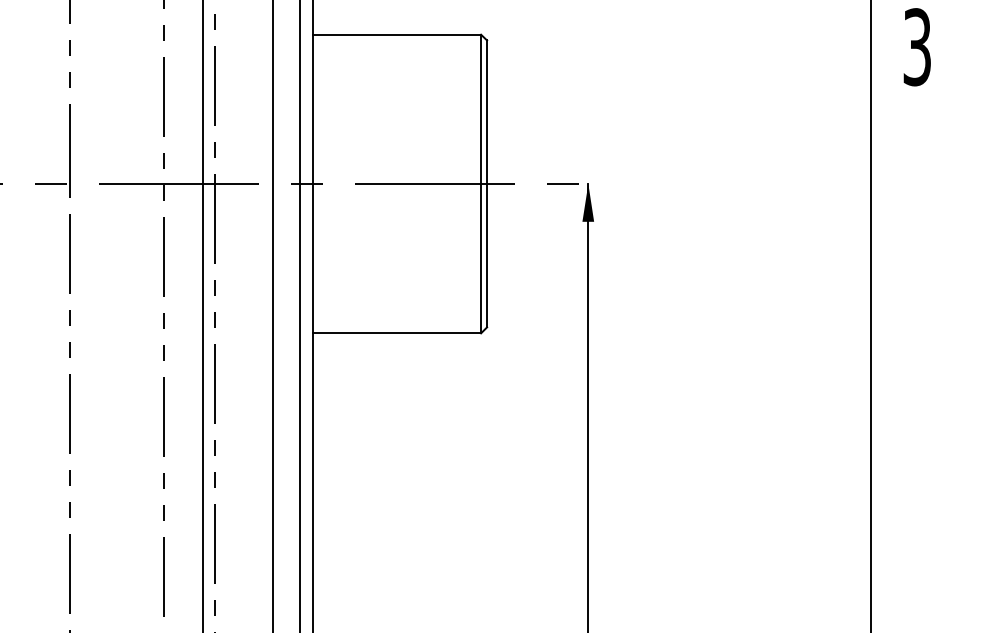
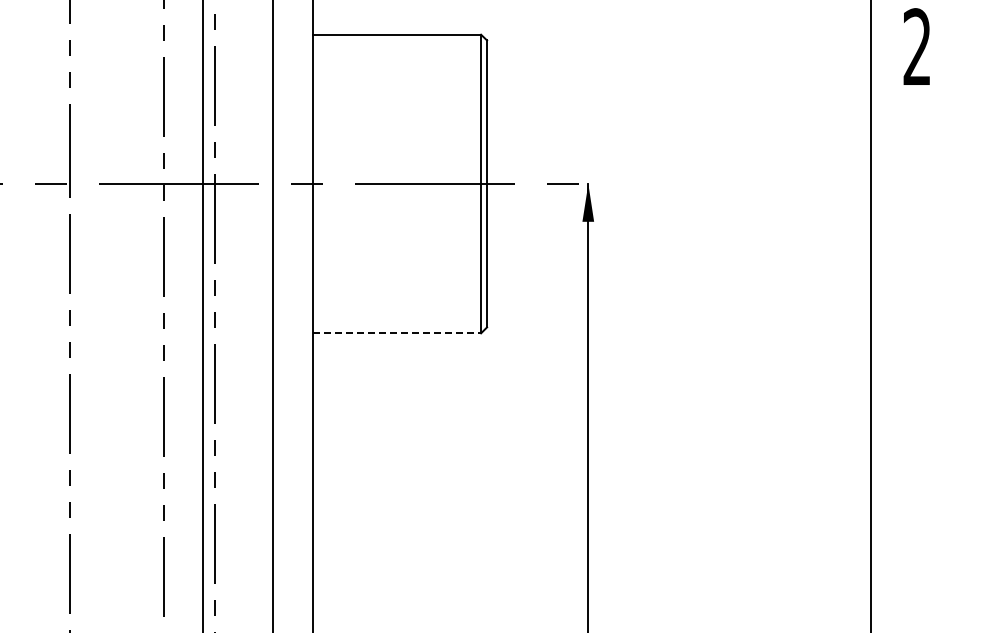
text at (916, 47): 3 -> 2
line at (300, 315): present -> none
line at (397, 333): solid -> dashed
